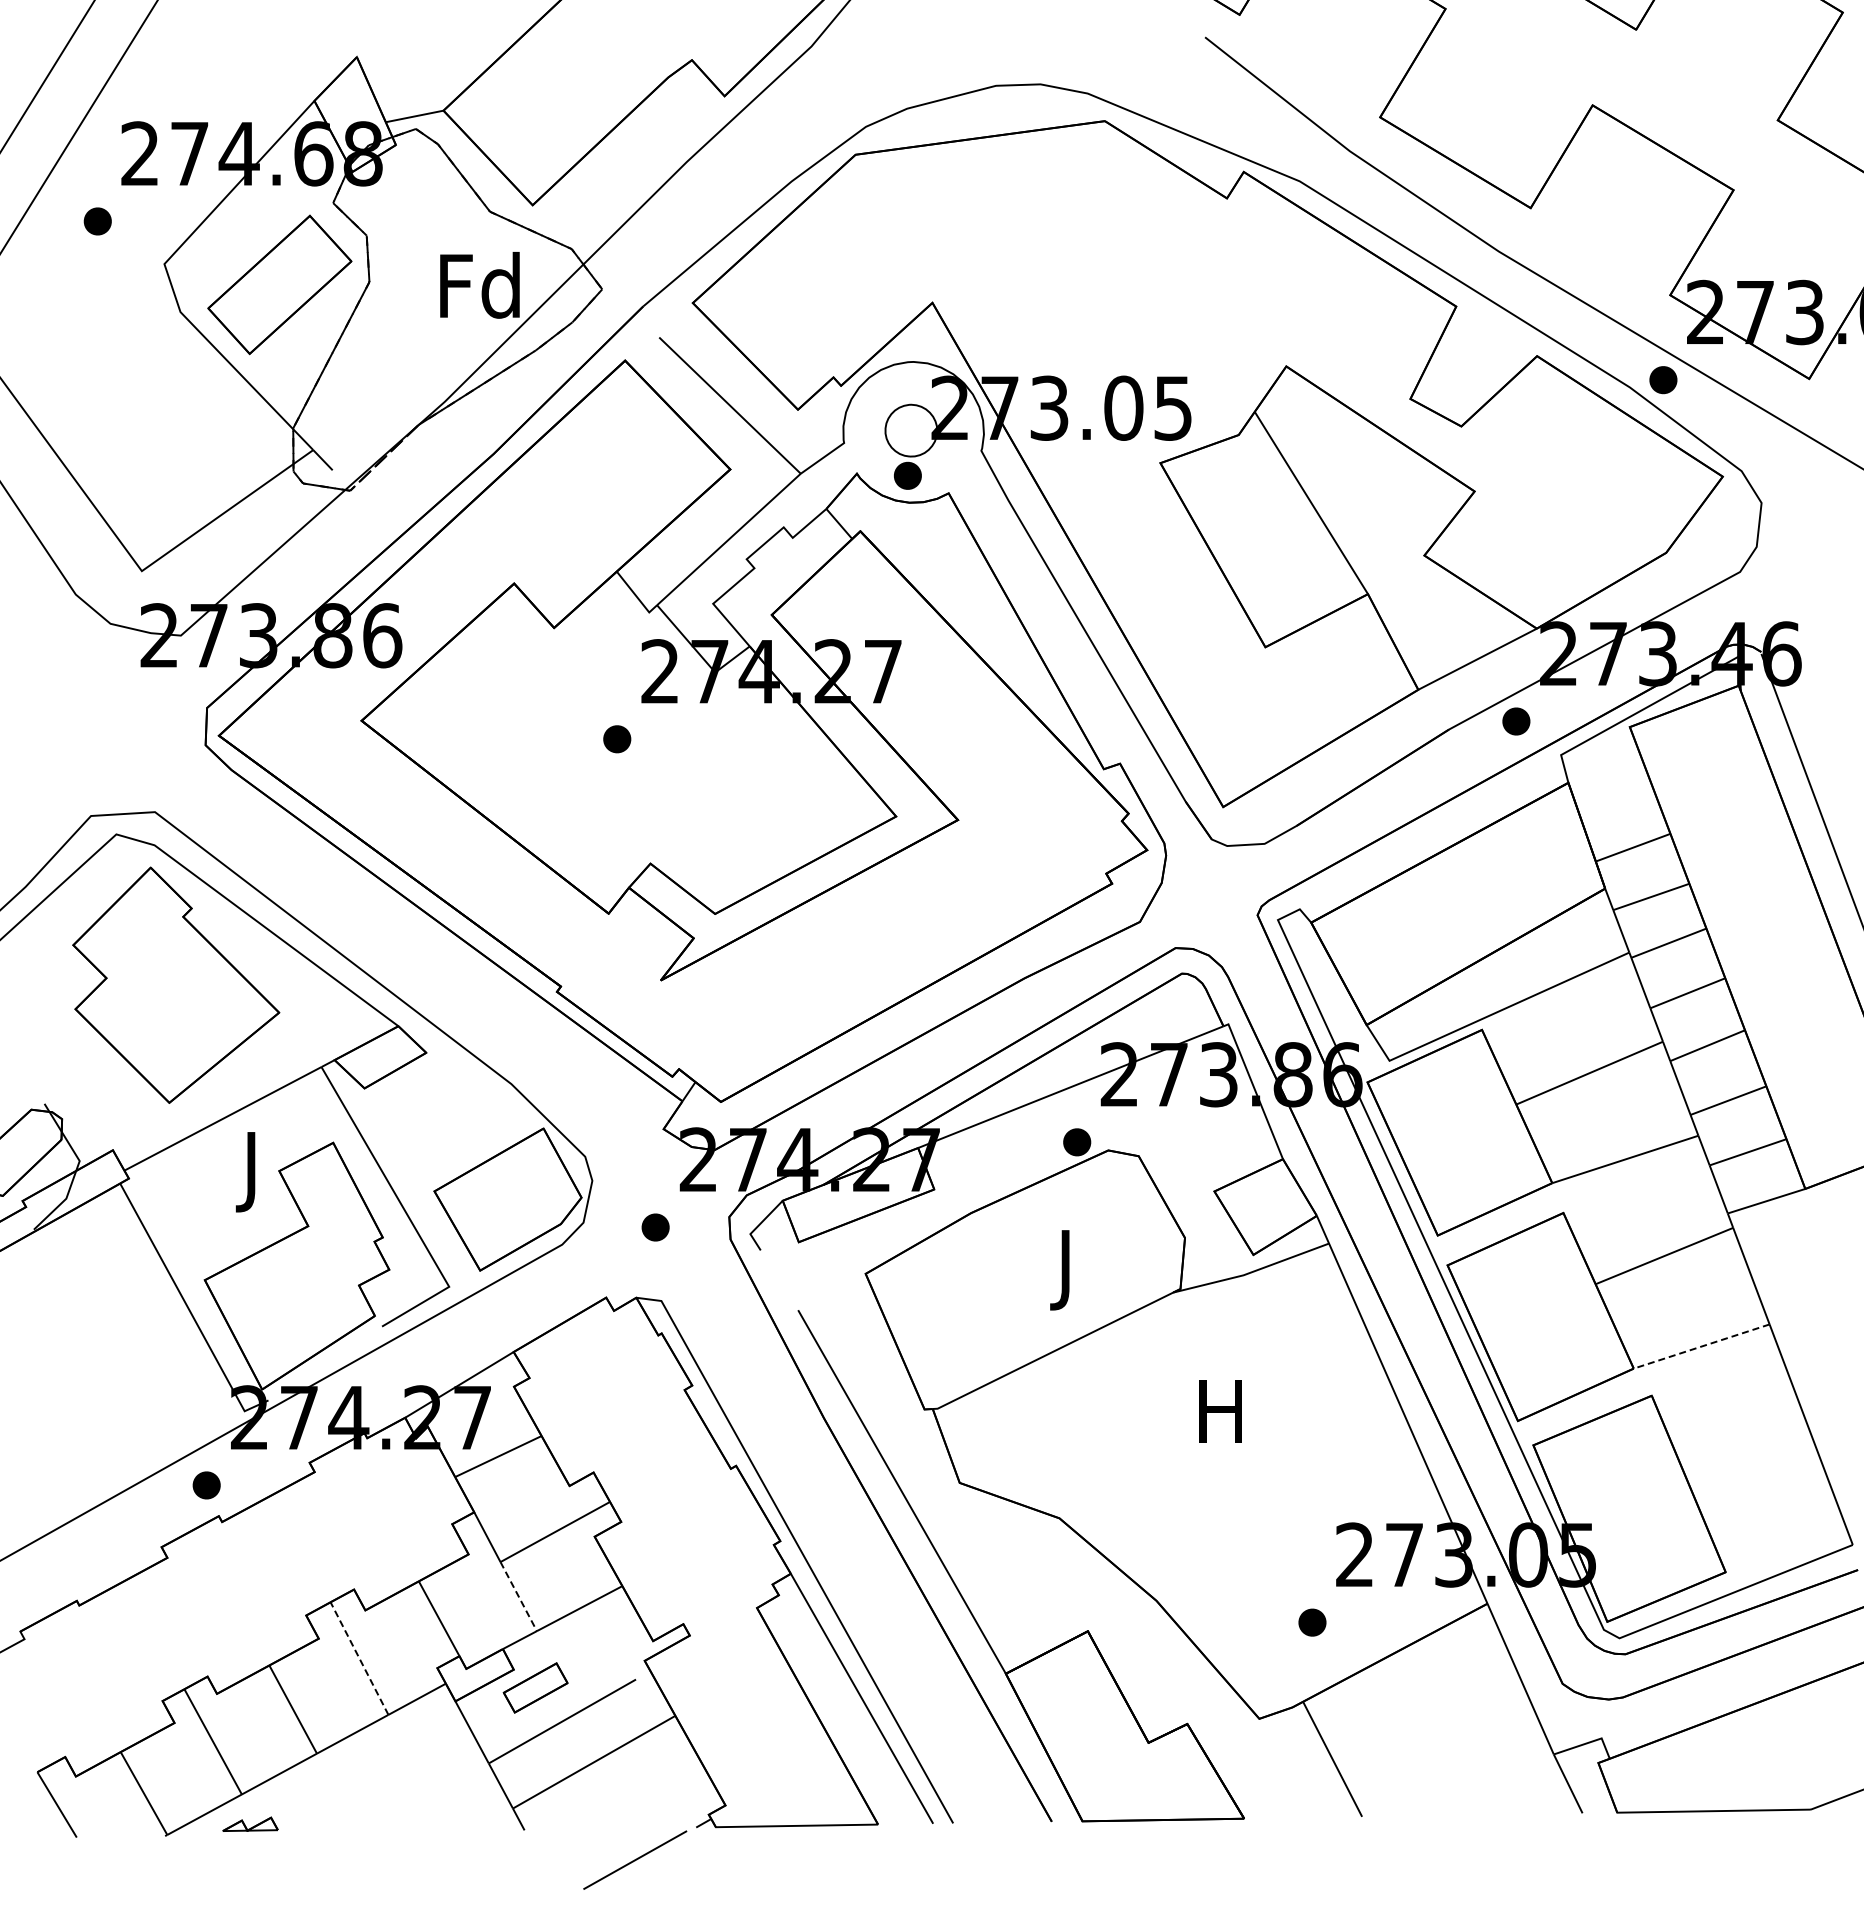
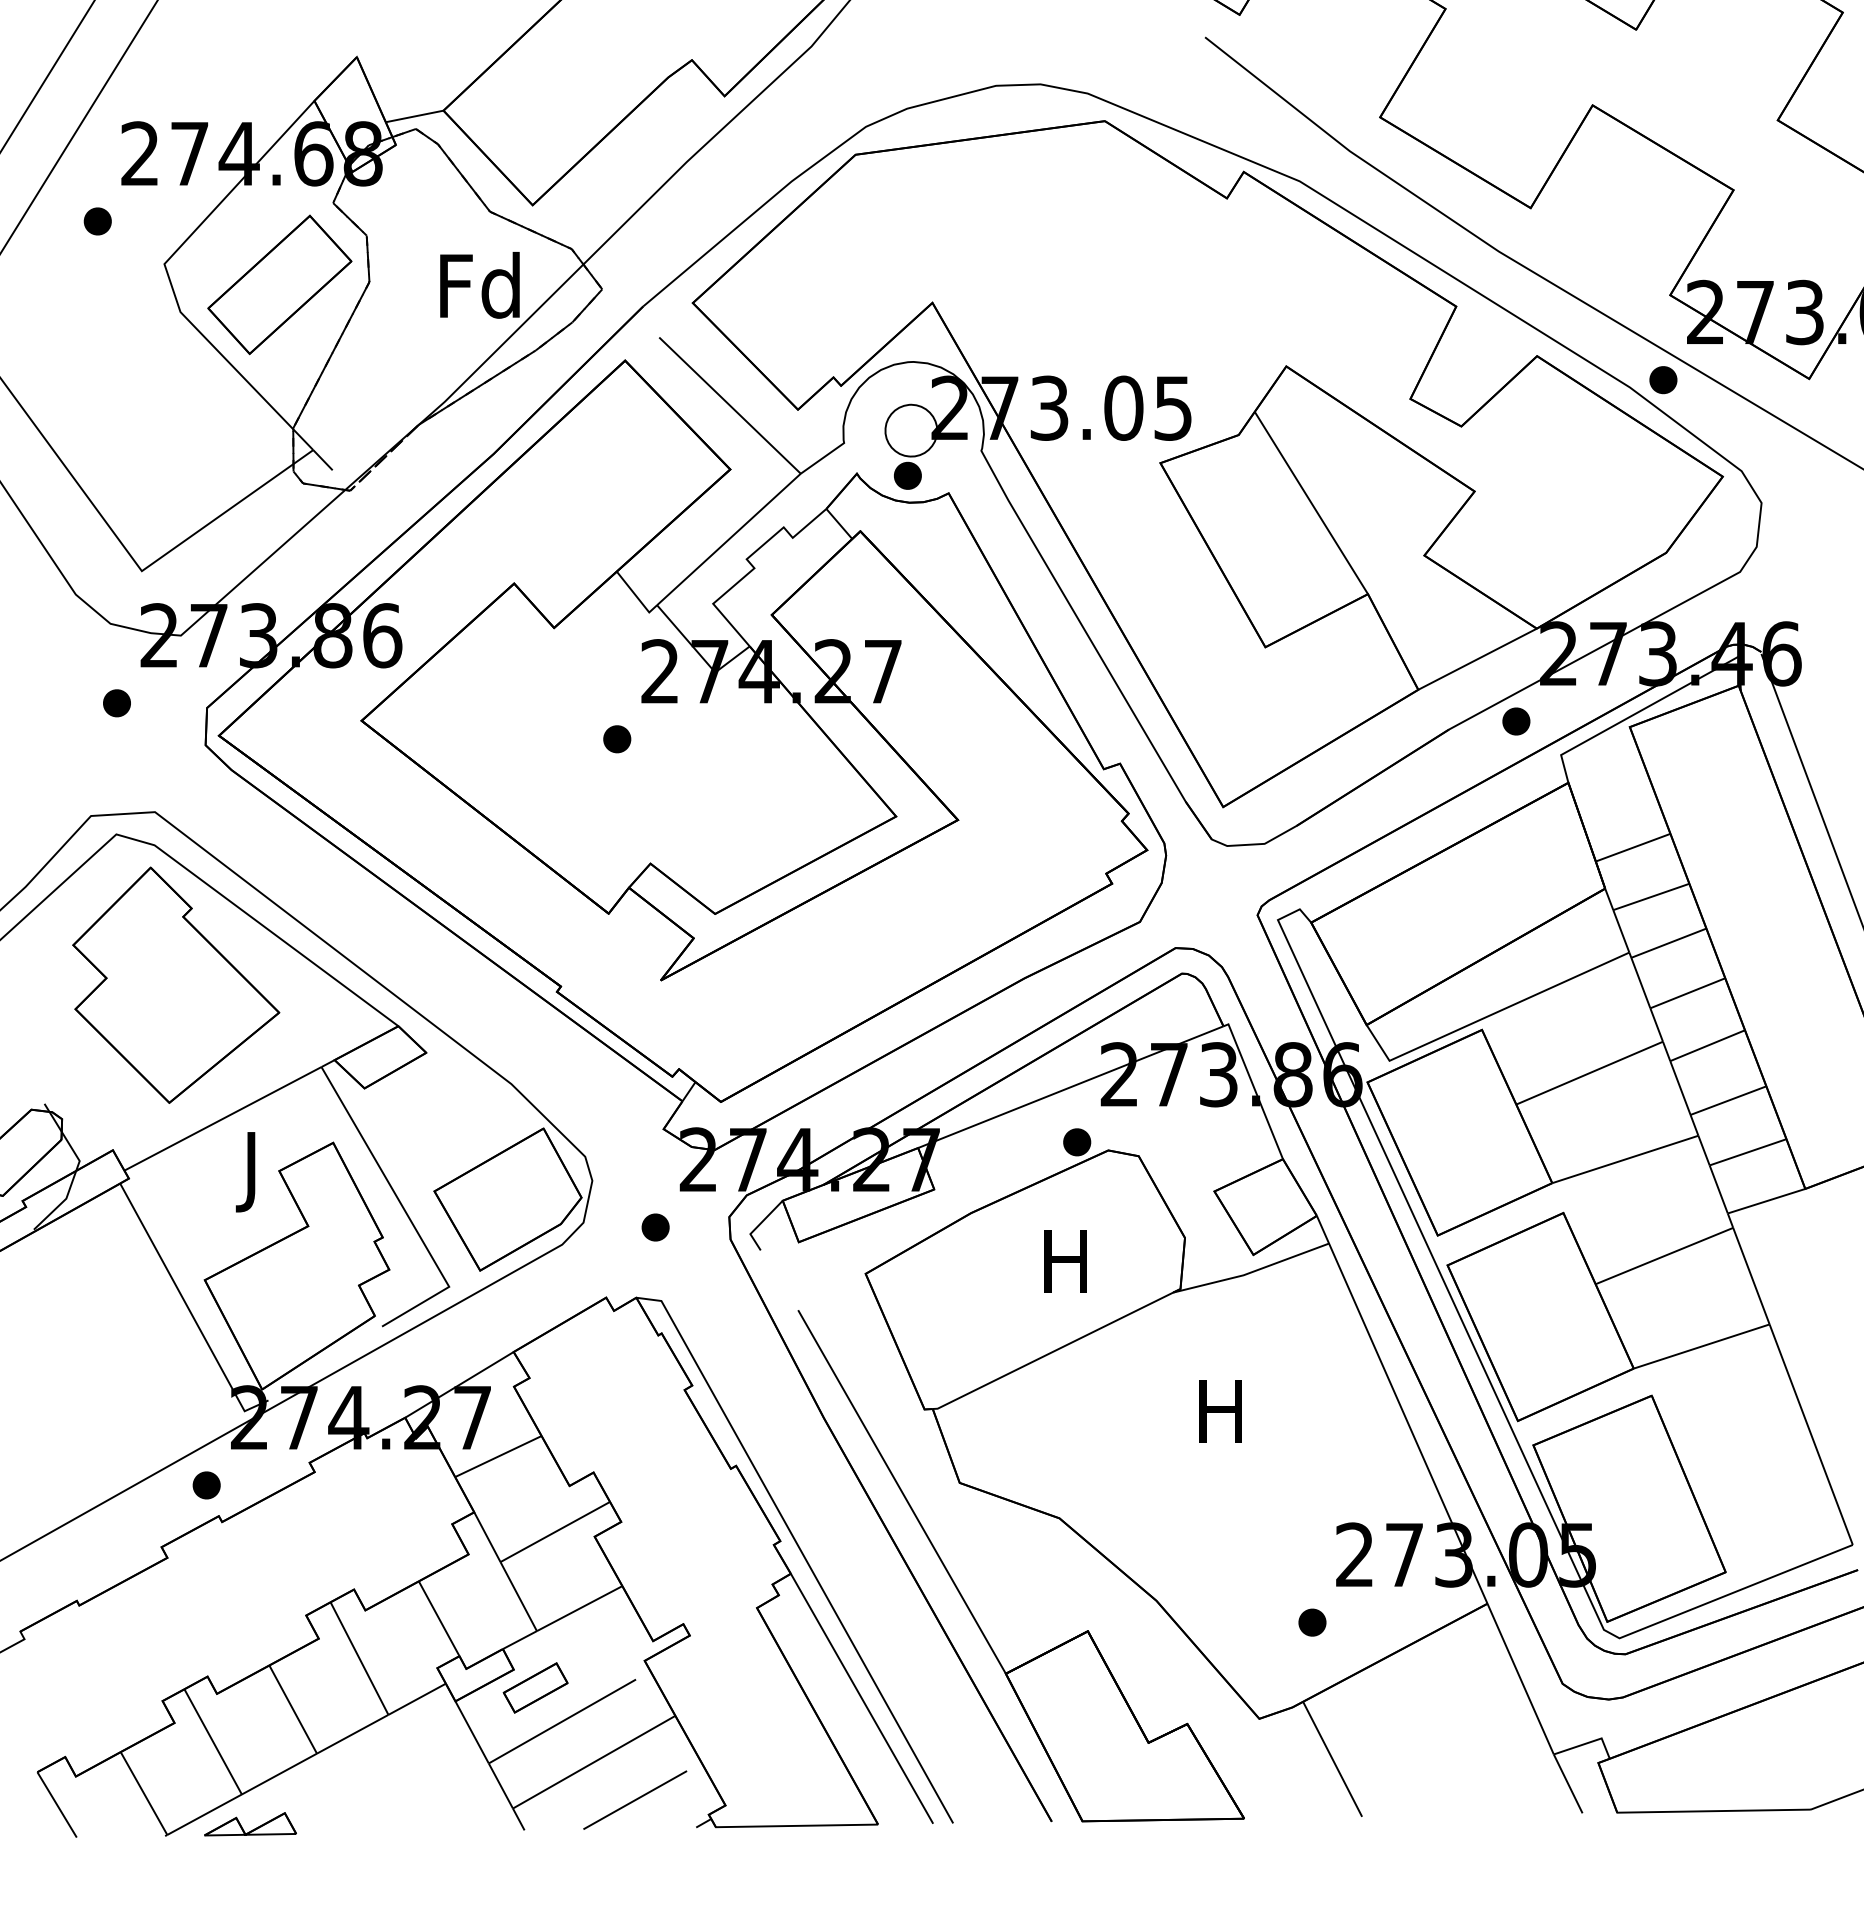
part at (116, 703): none -> present
text at (1065, 1270): J -> H
line at (1701, 1346): dashed -> solid
line at (518, 1597): dashed -> solid
line at (359, 1658): dashed -> solid
part at (250, 1823) size: 57x16 px -> 93x25 px
line at (635, 1859) position: (635, 1859) -> (635, 1799)
